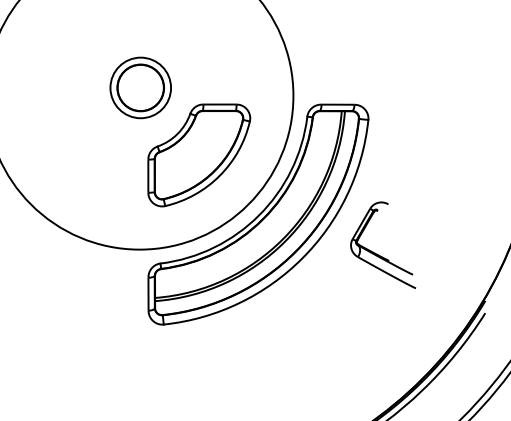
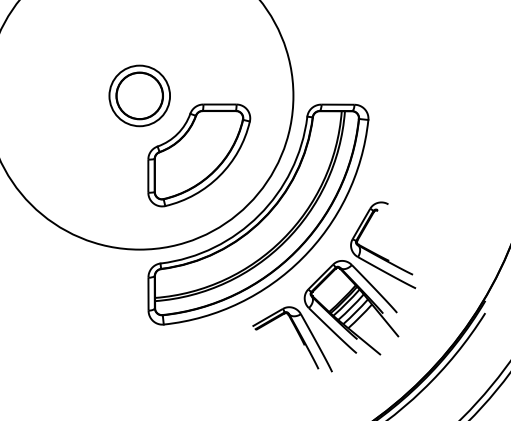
part at (140, 87) position: (140, 87) -> (139, 95)
part at (325, 316): none -> present
